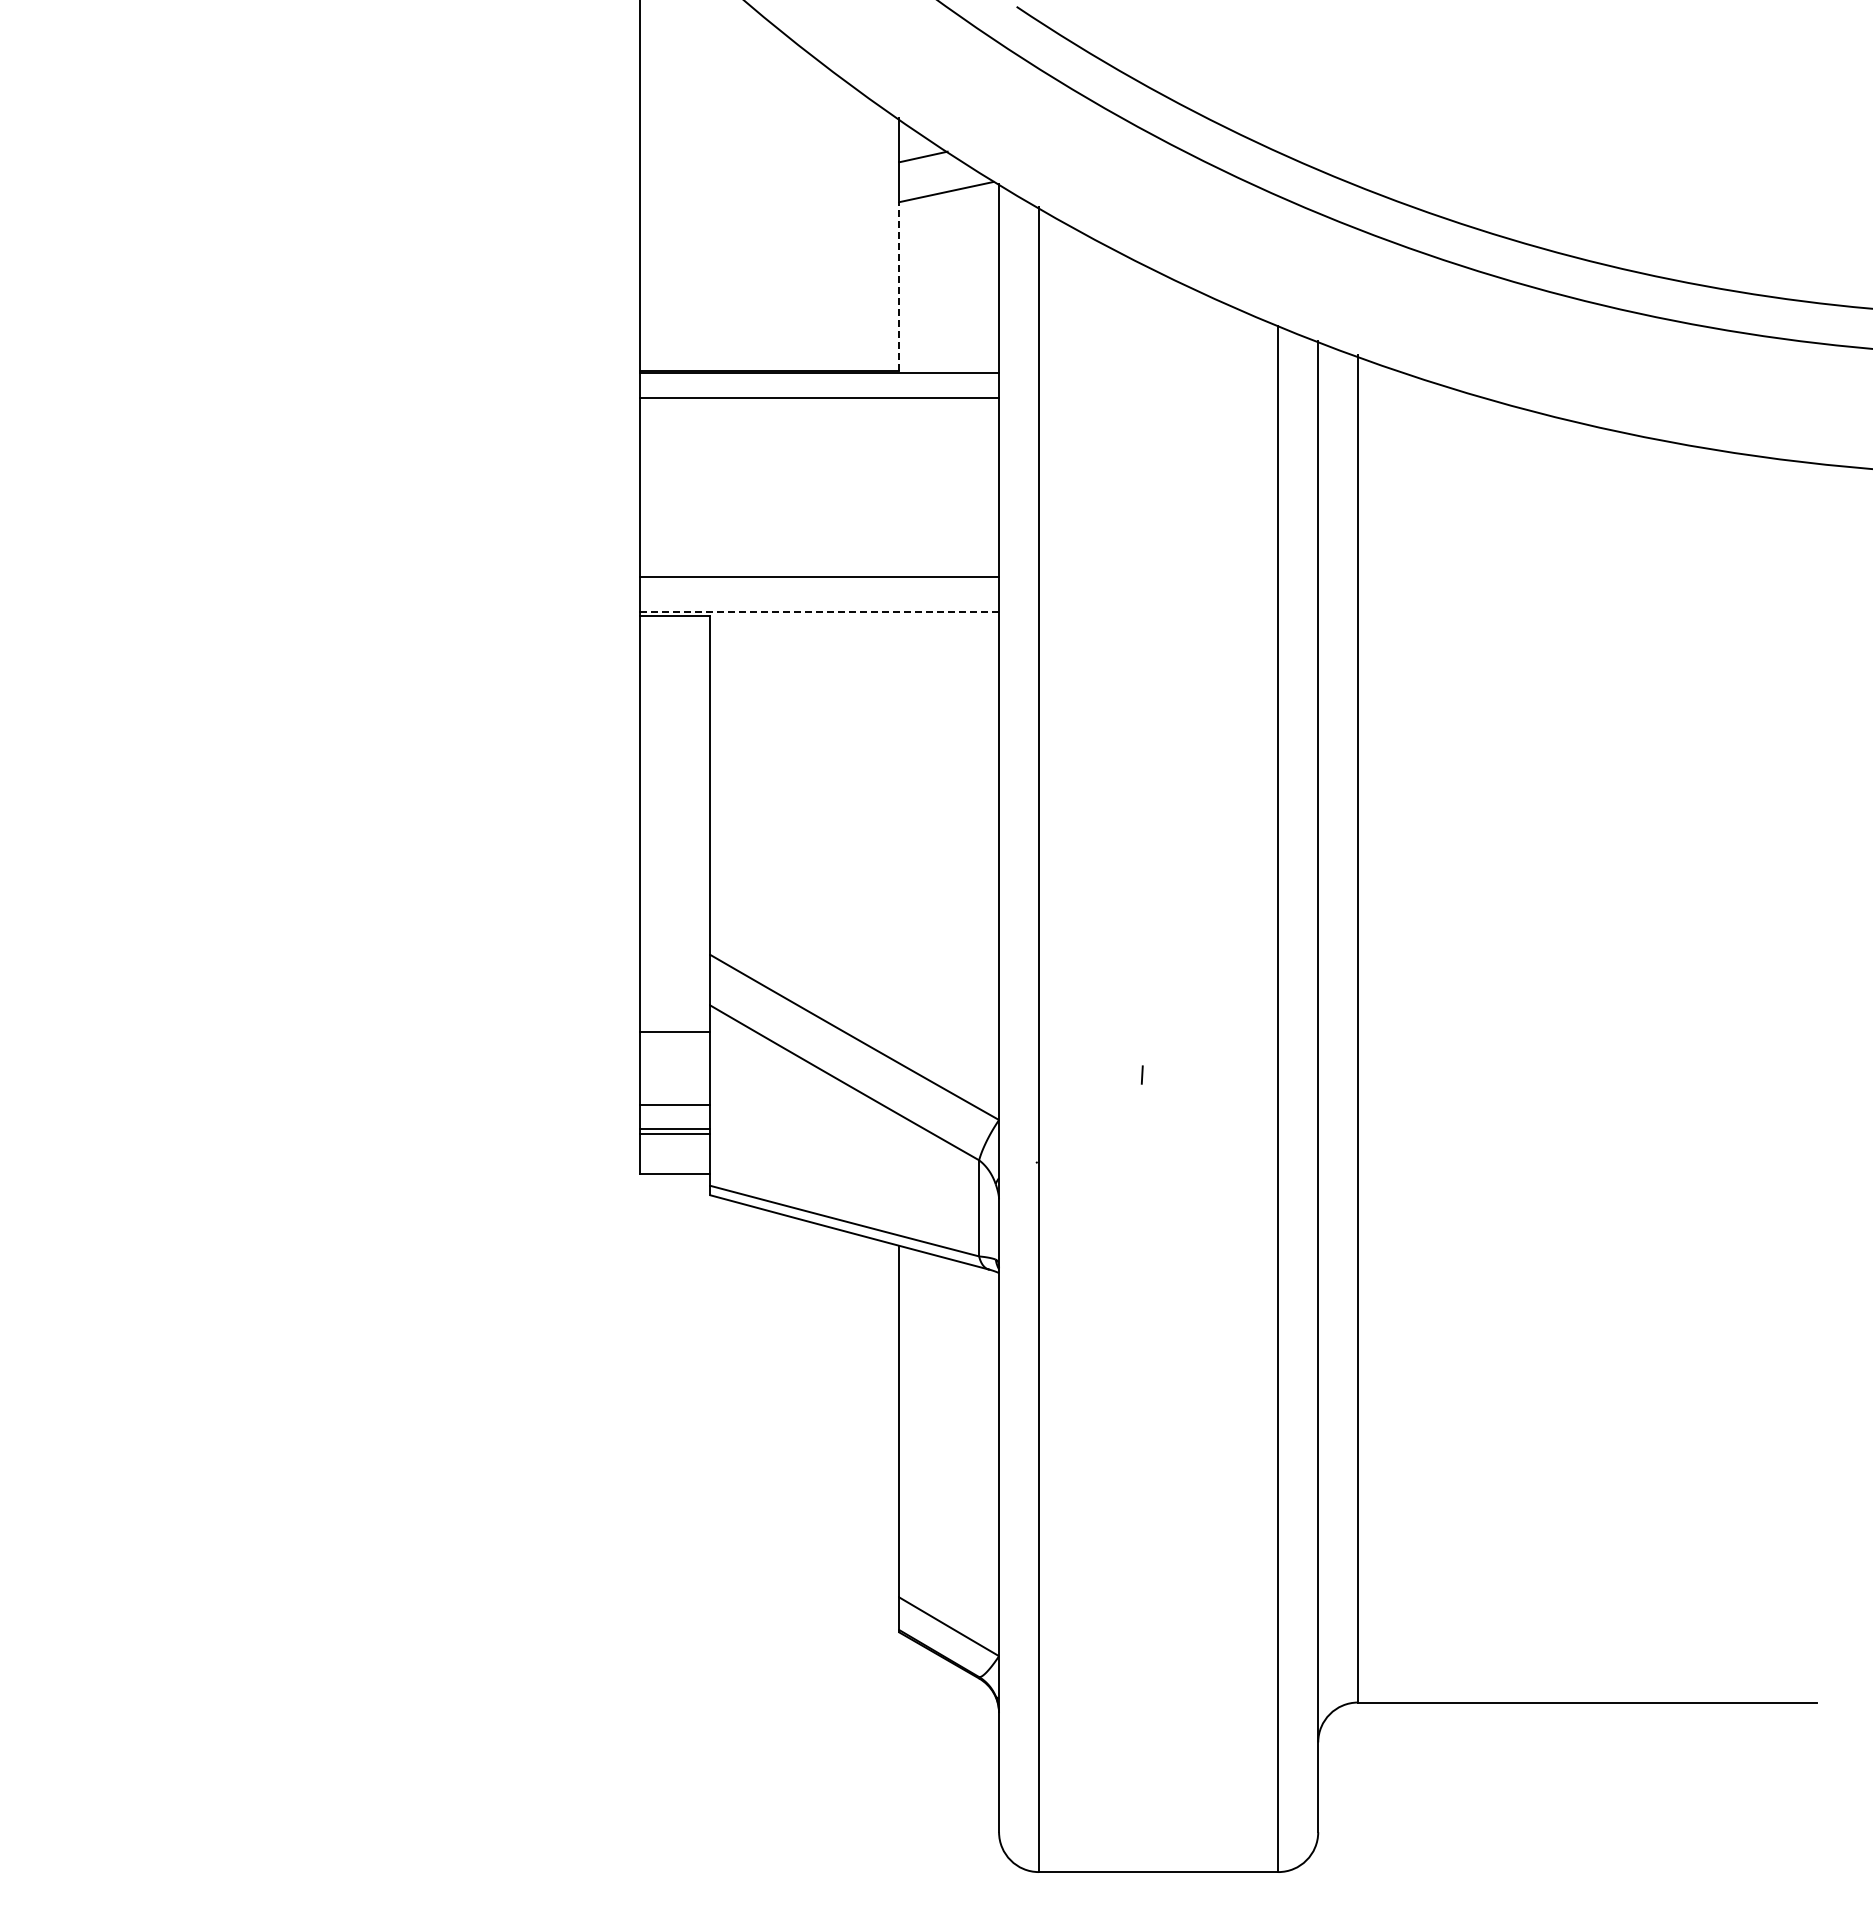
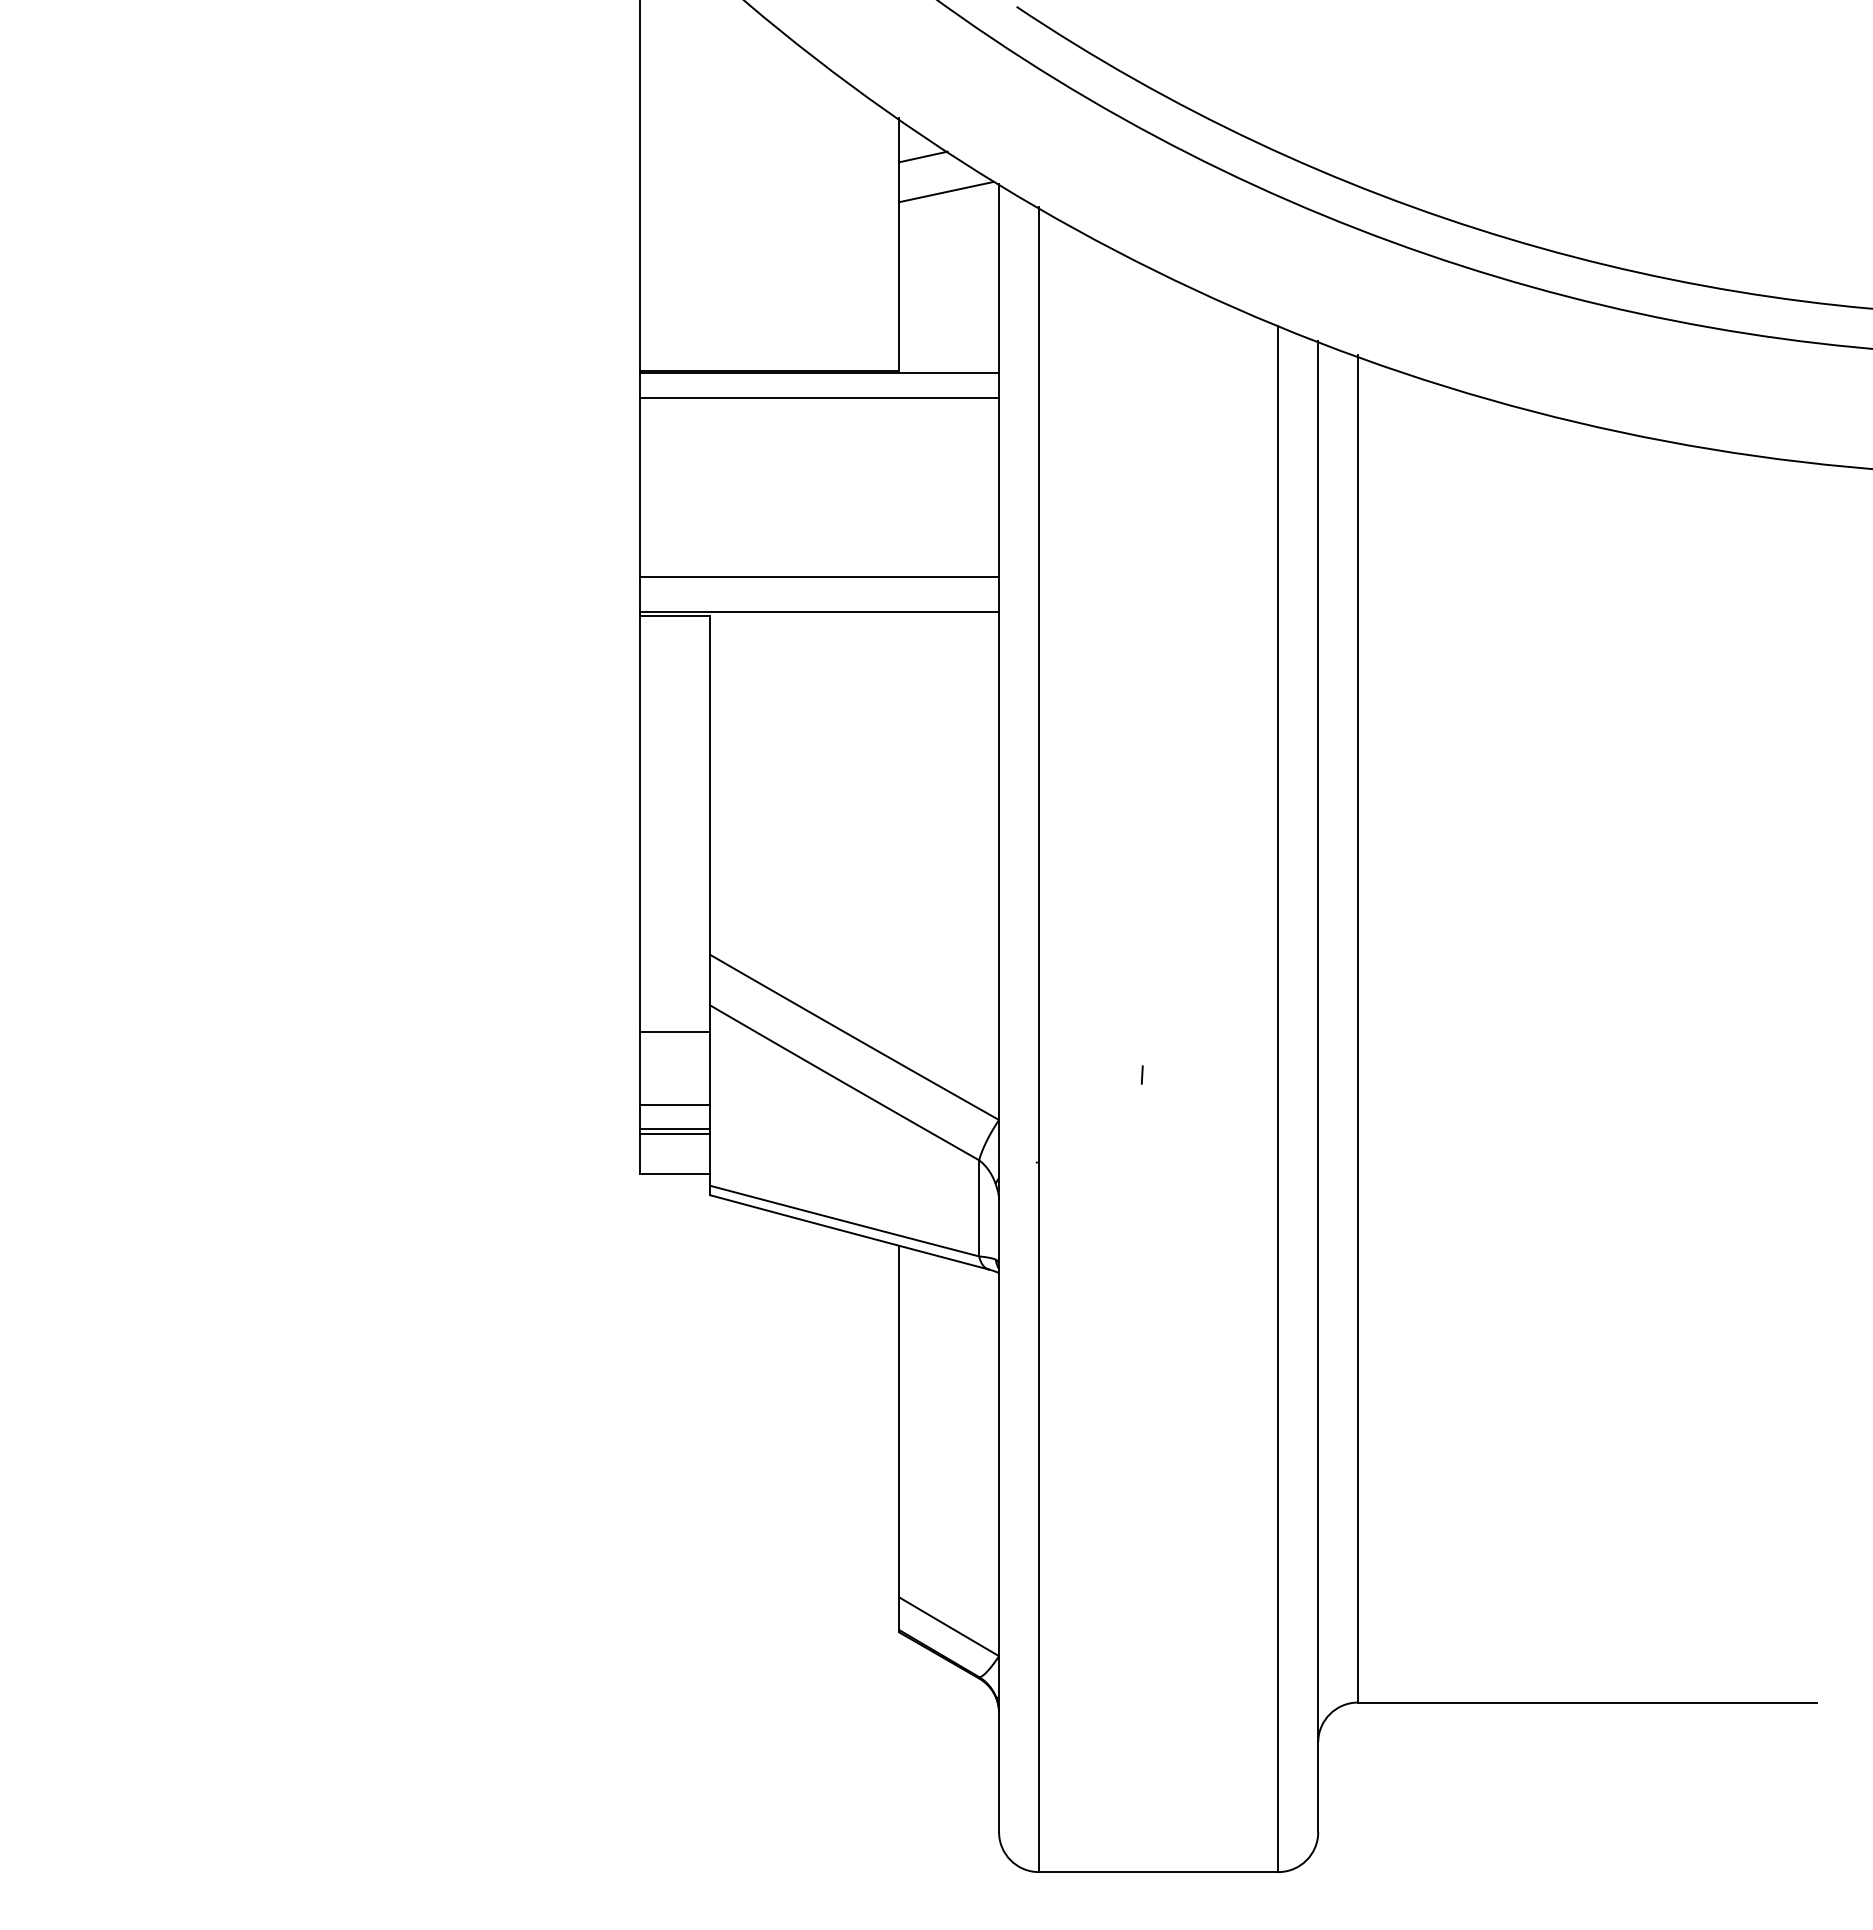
line at (899, 286): dashed -> solid
line at (819, 611): dashed -> solid
